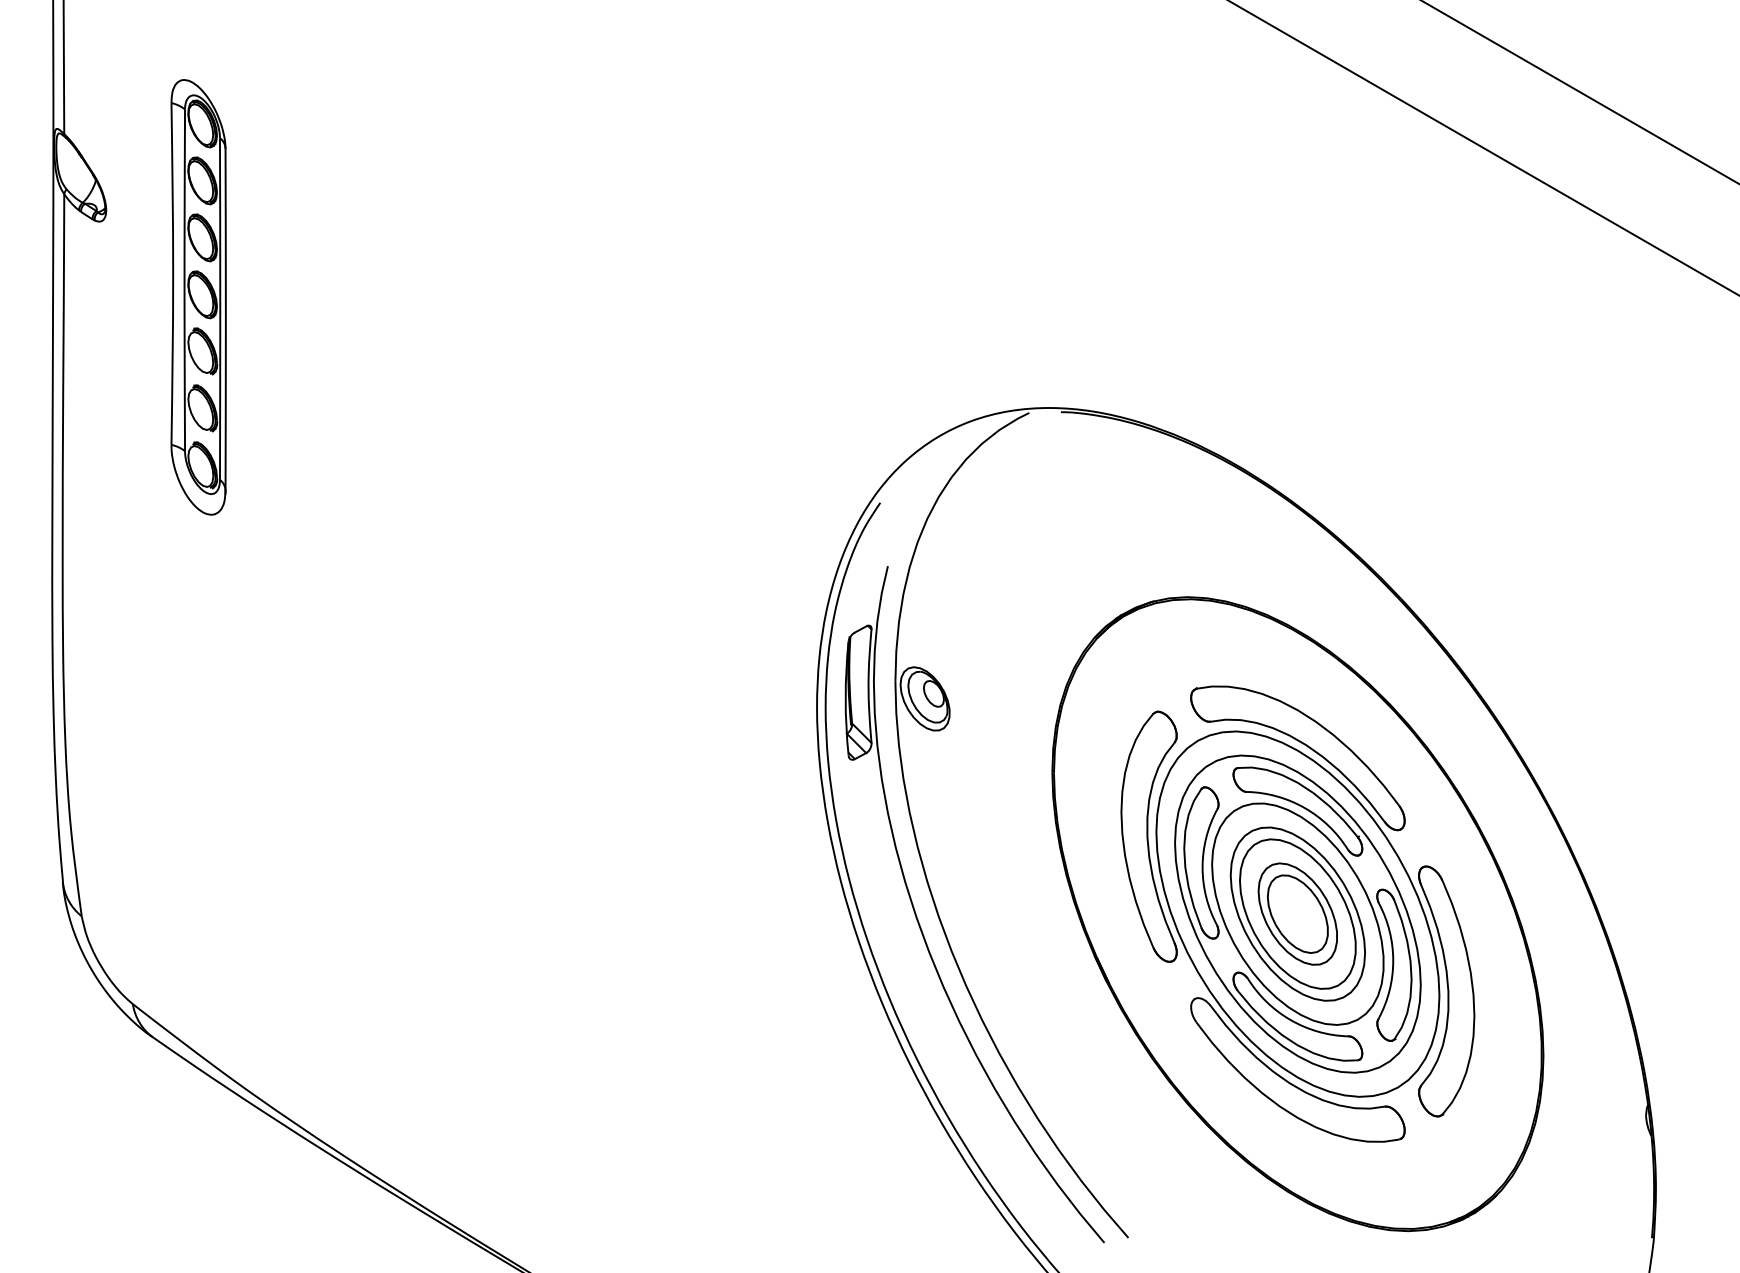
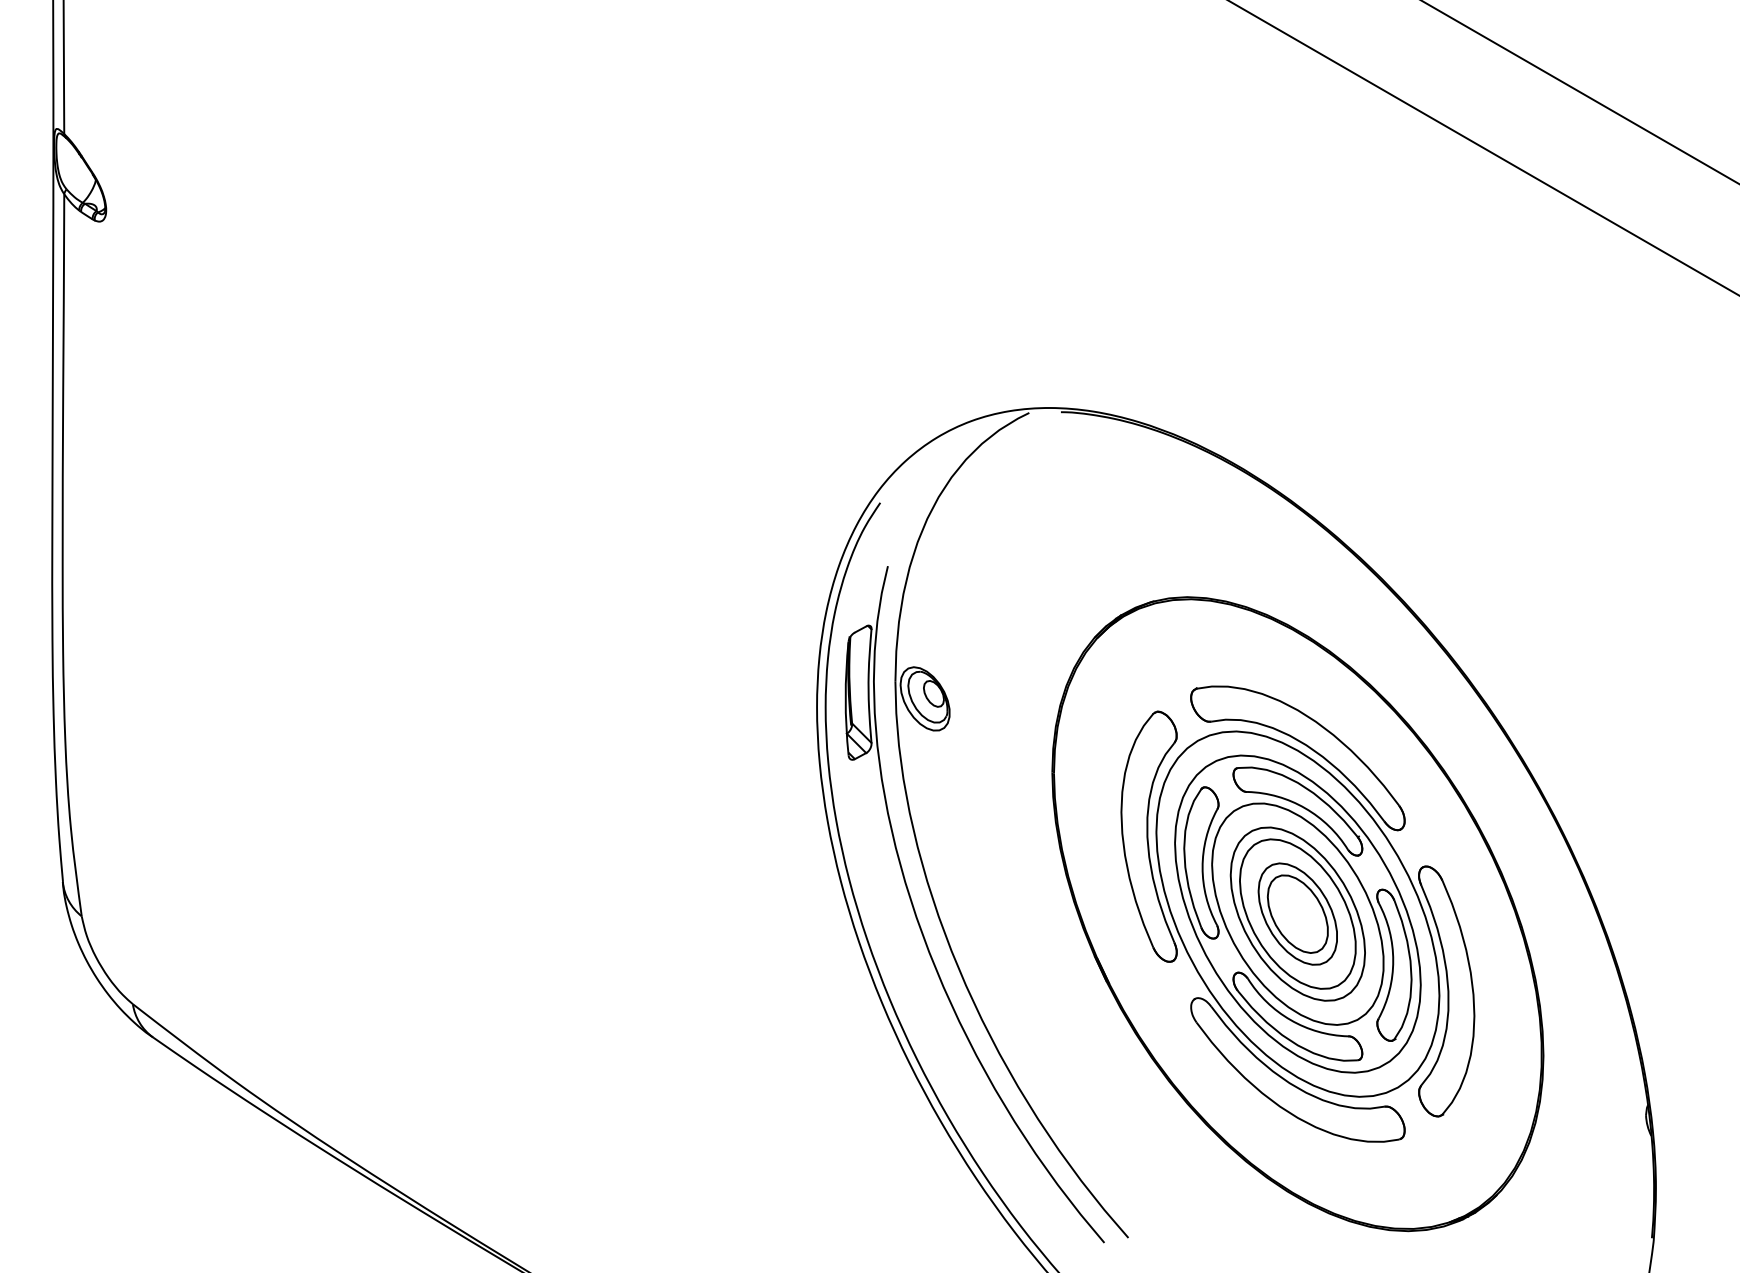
part at (198, 297): present -> none
